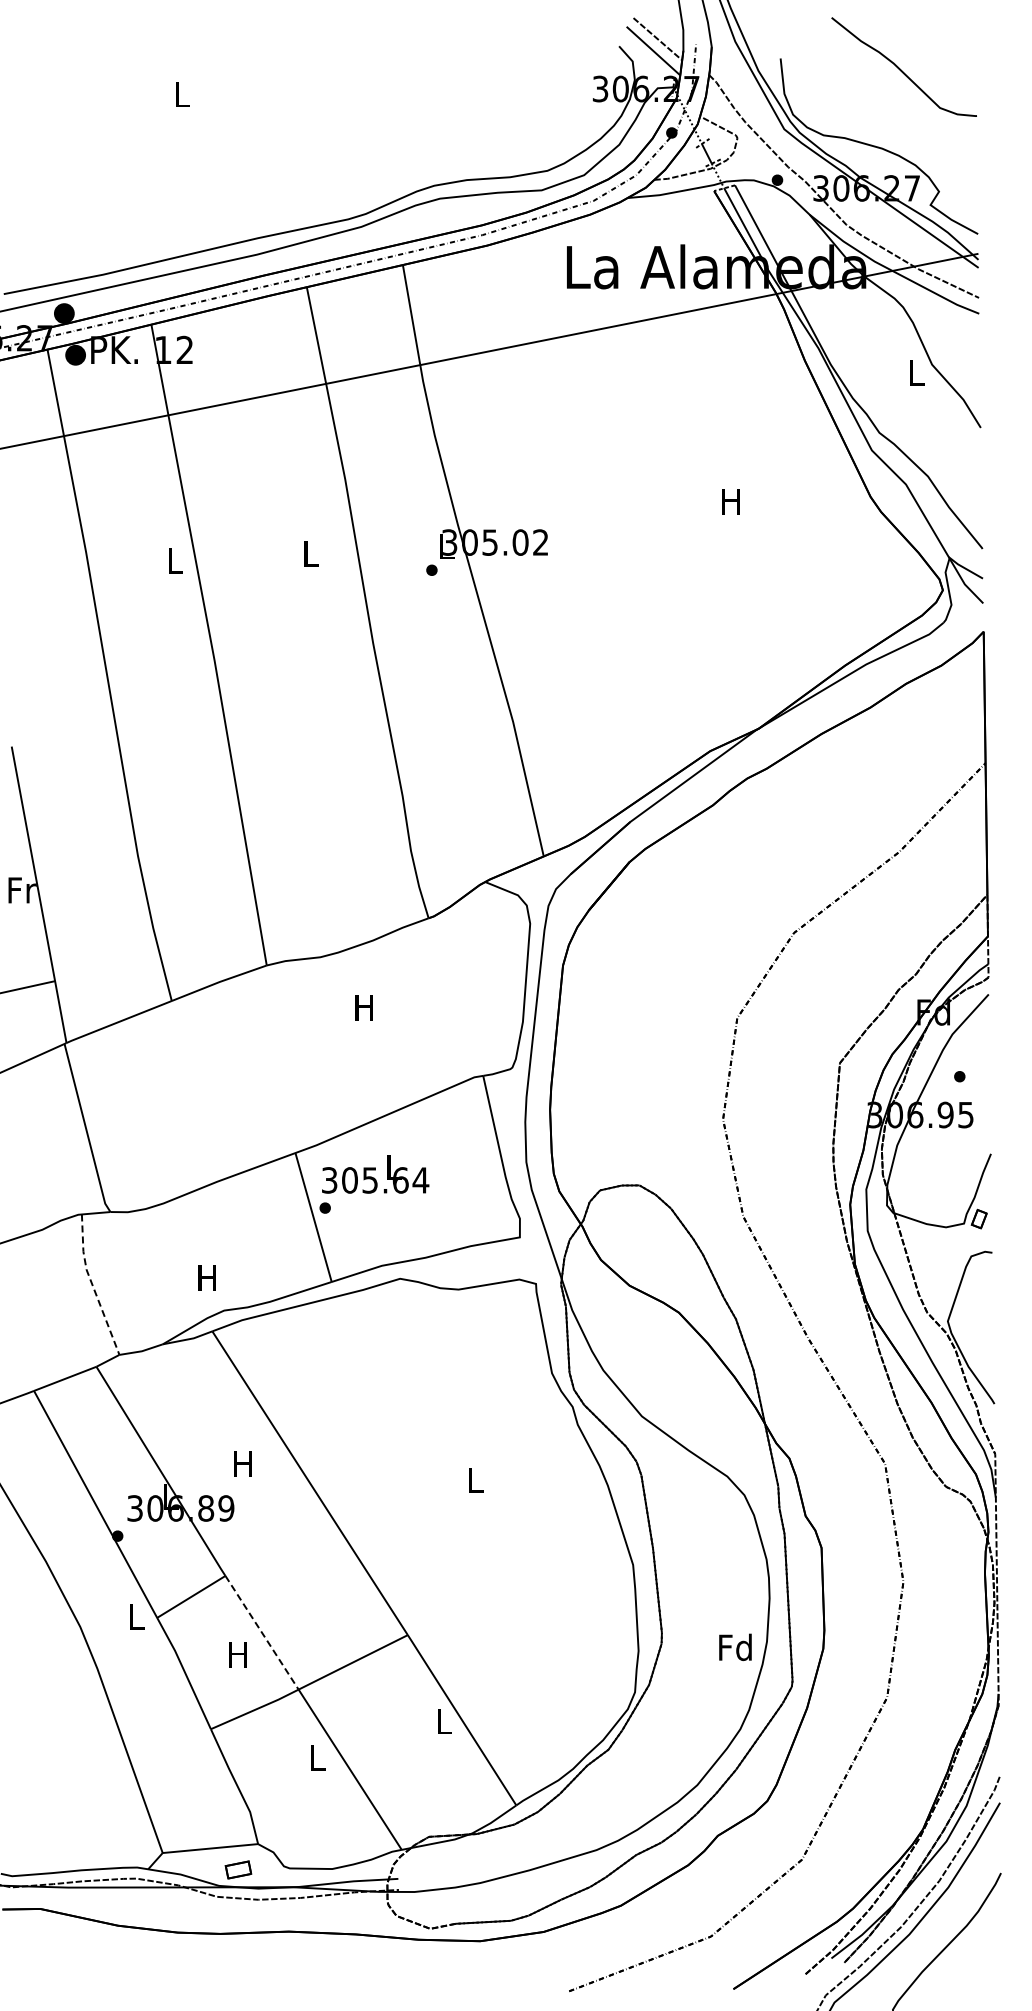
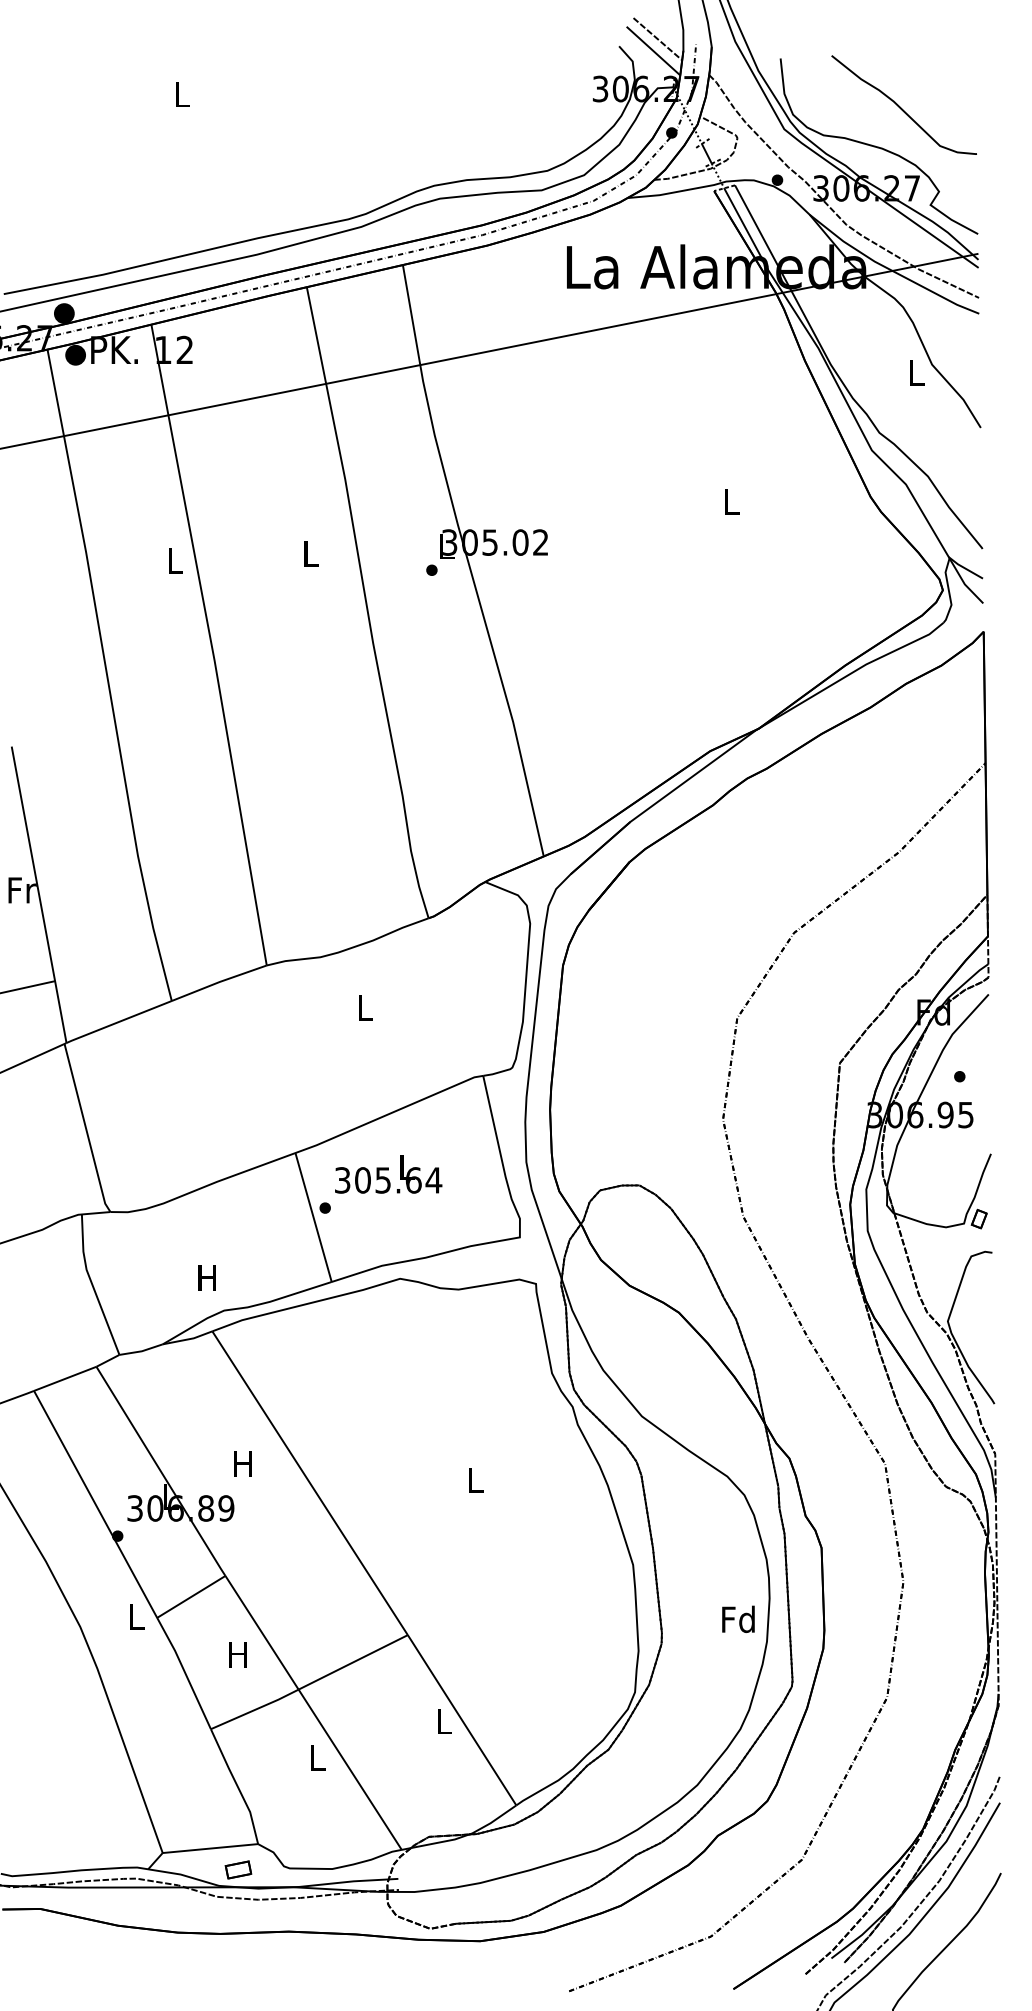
curve at (900, 68) position: (900, 68) -> (900, 106)
text at (730, 501): H -> L
text at (363, 1007): H -> L
text at (375, 1174) position: (375, 1174) -> (388, 1174)
line at (92, 1285): dashed -> solid
line at (262, 1632): dashed -> solid
text at (735, 1646) position: (735, 1646) -> (738, 1618)
